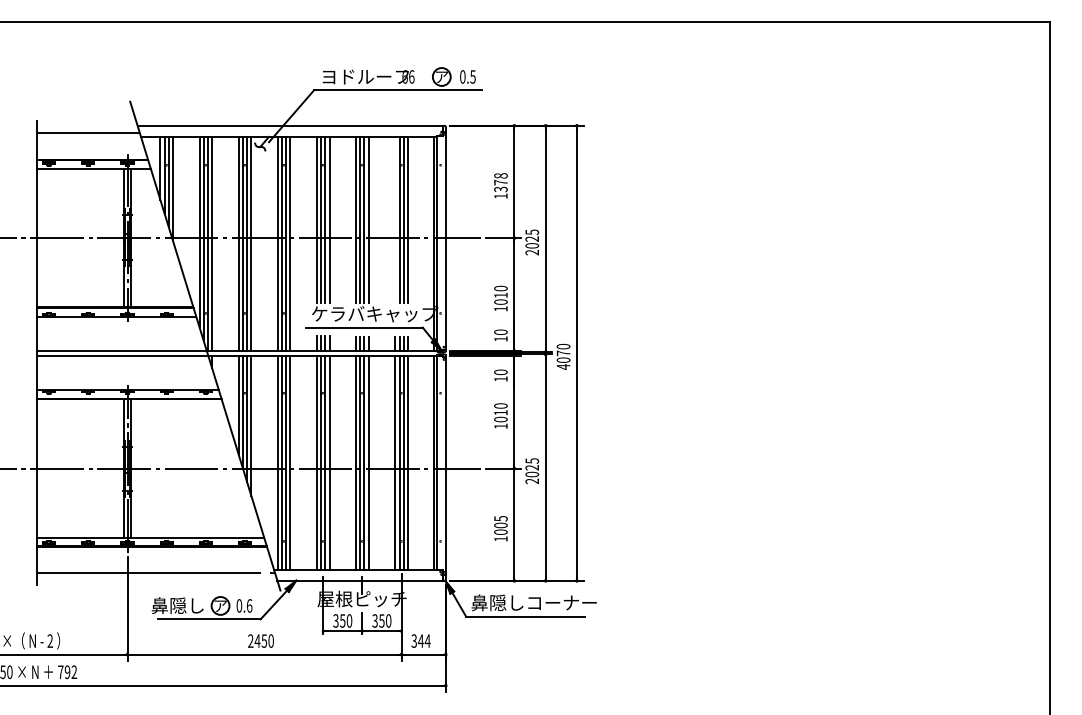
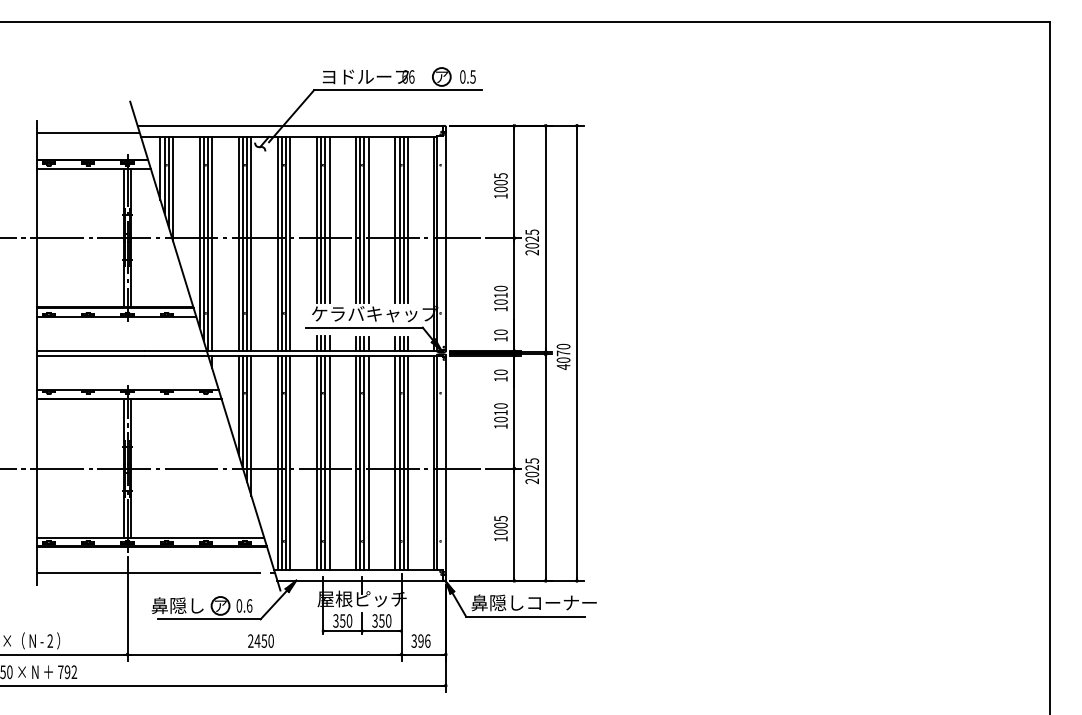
text at (500, 182): 1378 -> 1005
line at (395, 219): none -> present
text at (424, 640): 344 -> 396
